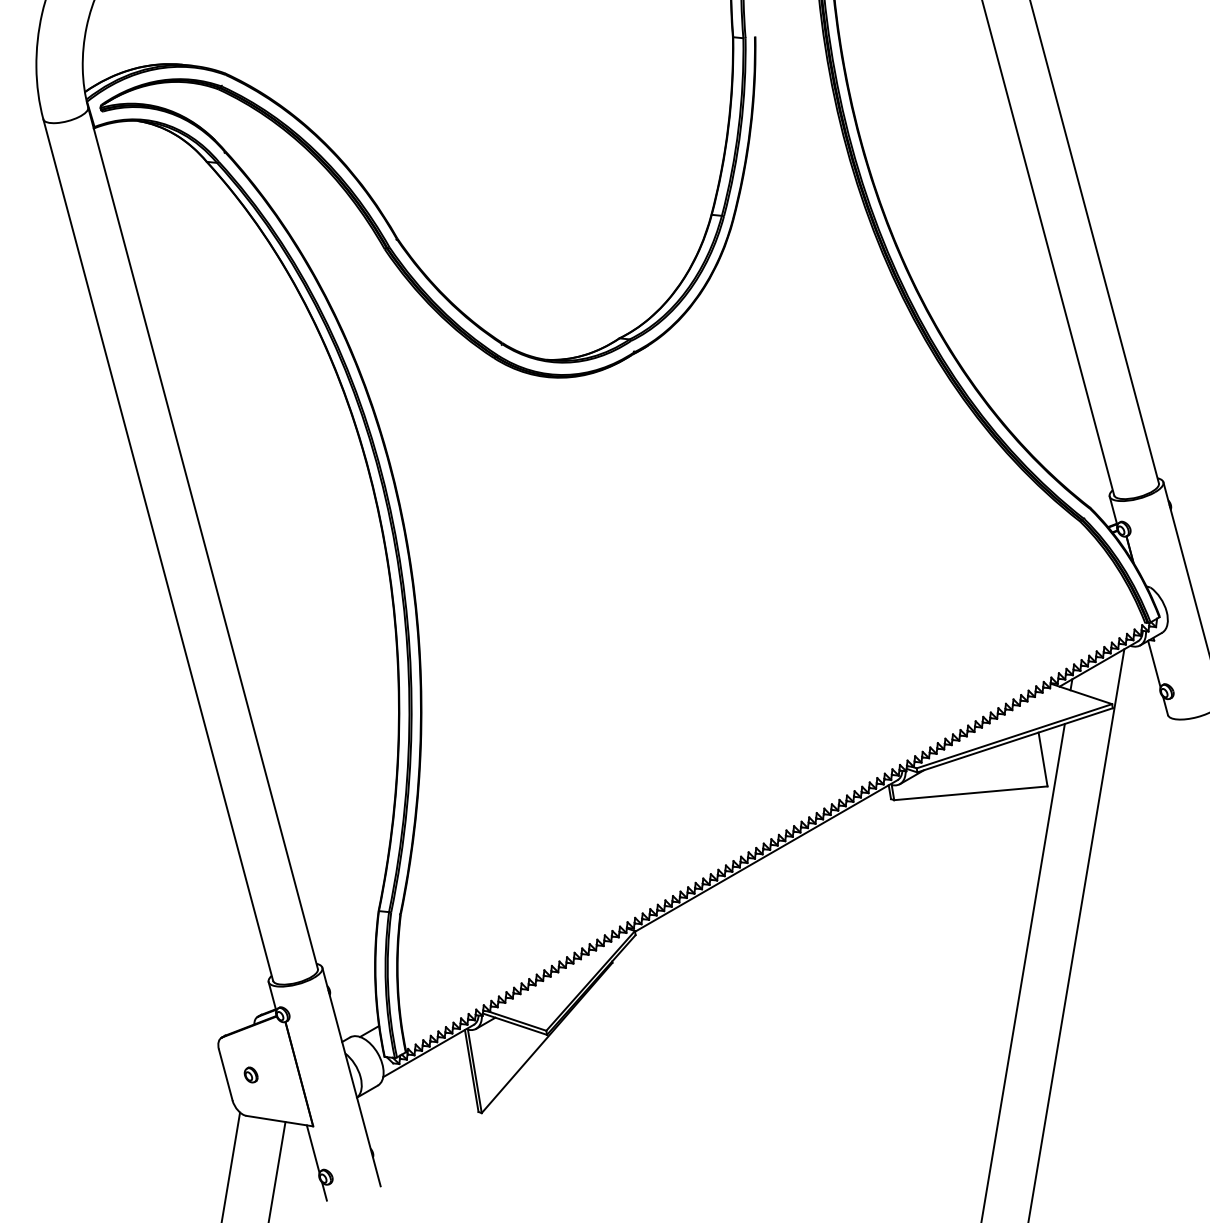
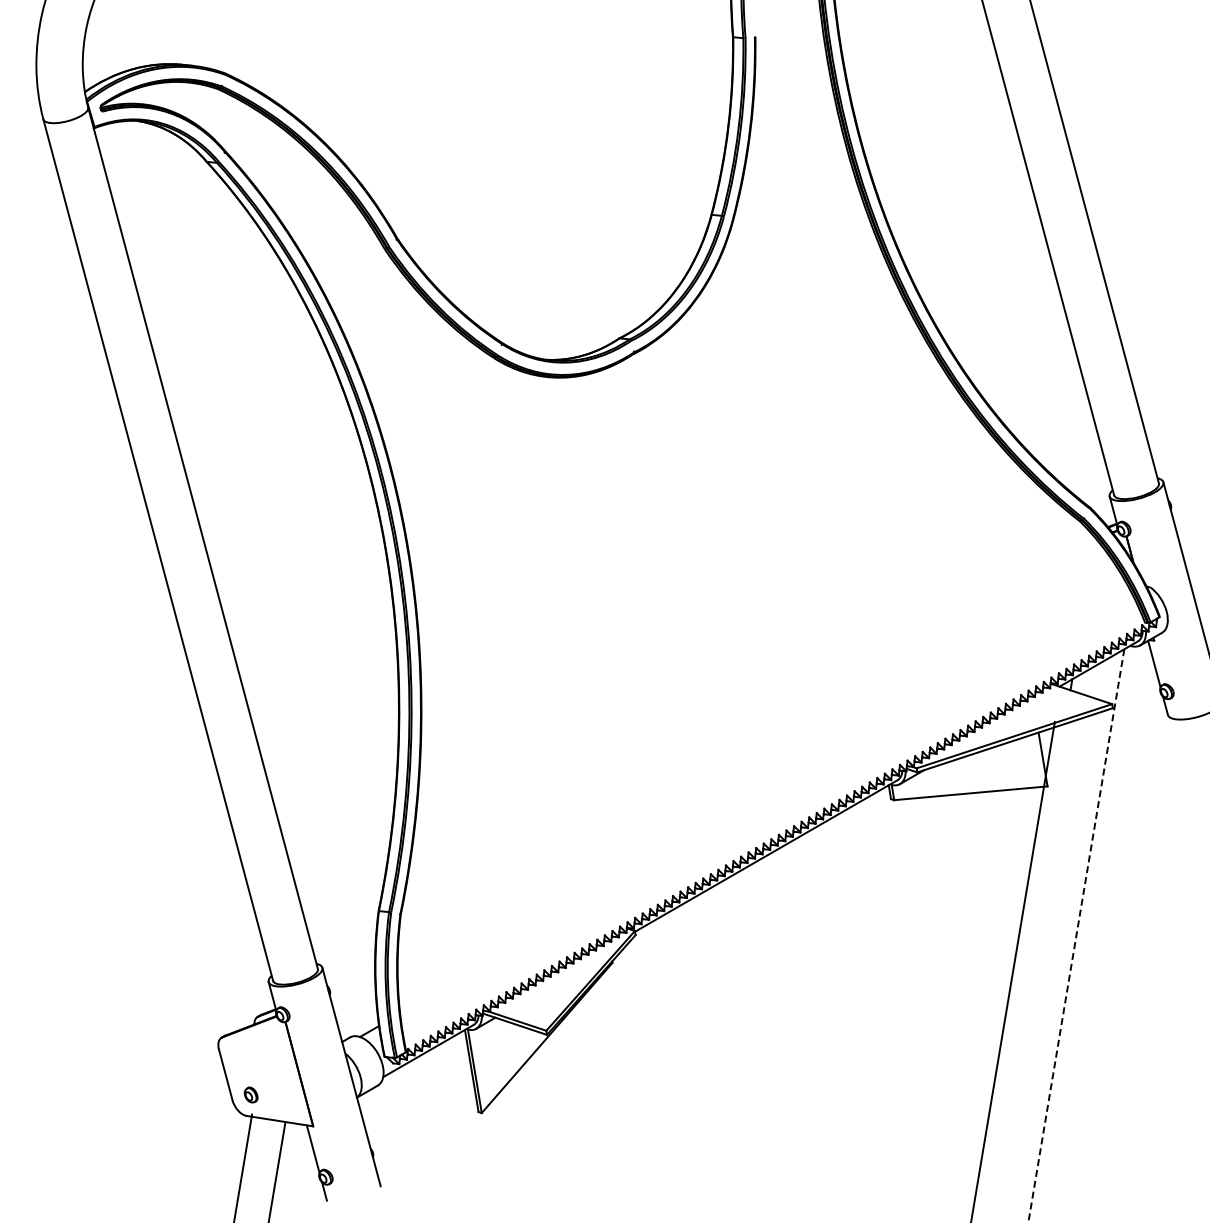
line at (1076, 936): solid -> dashed
line at (1022, 971) position: (1022, 971) -> (1012, 970)
part at (250, 1074) position: (250, 1074) -> (250, 1094)
line at (231, 1165) position: (231, 1165) -> (243, 1166)
